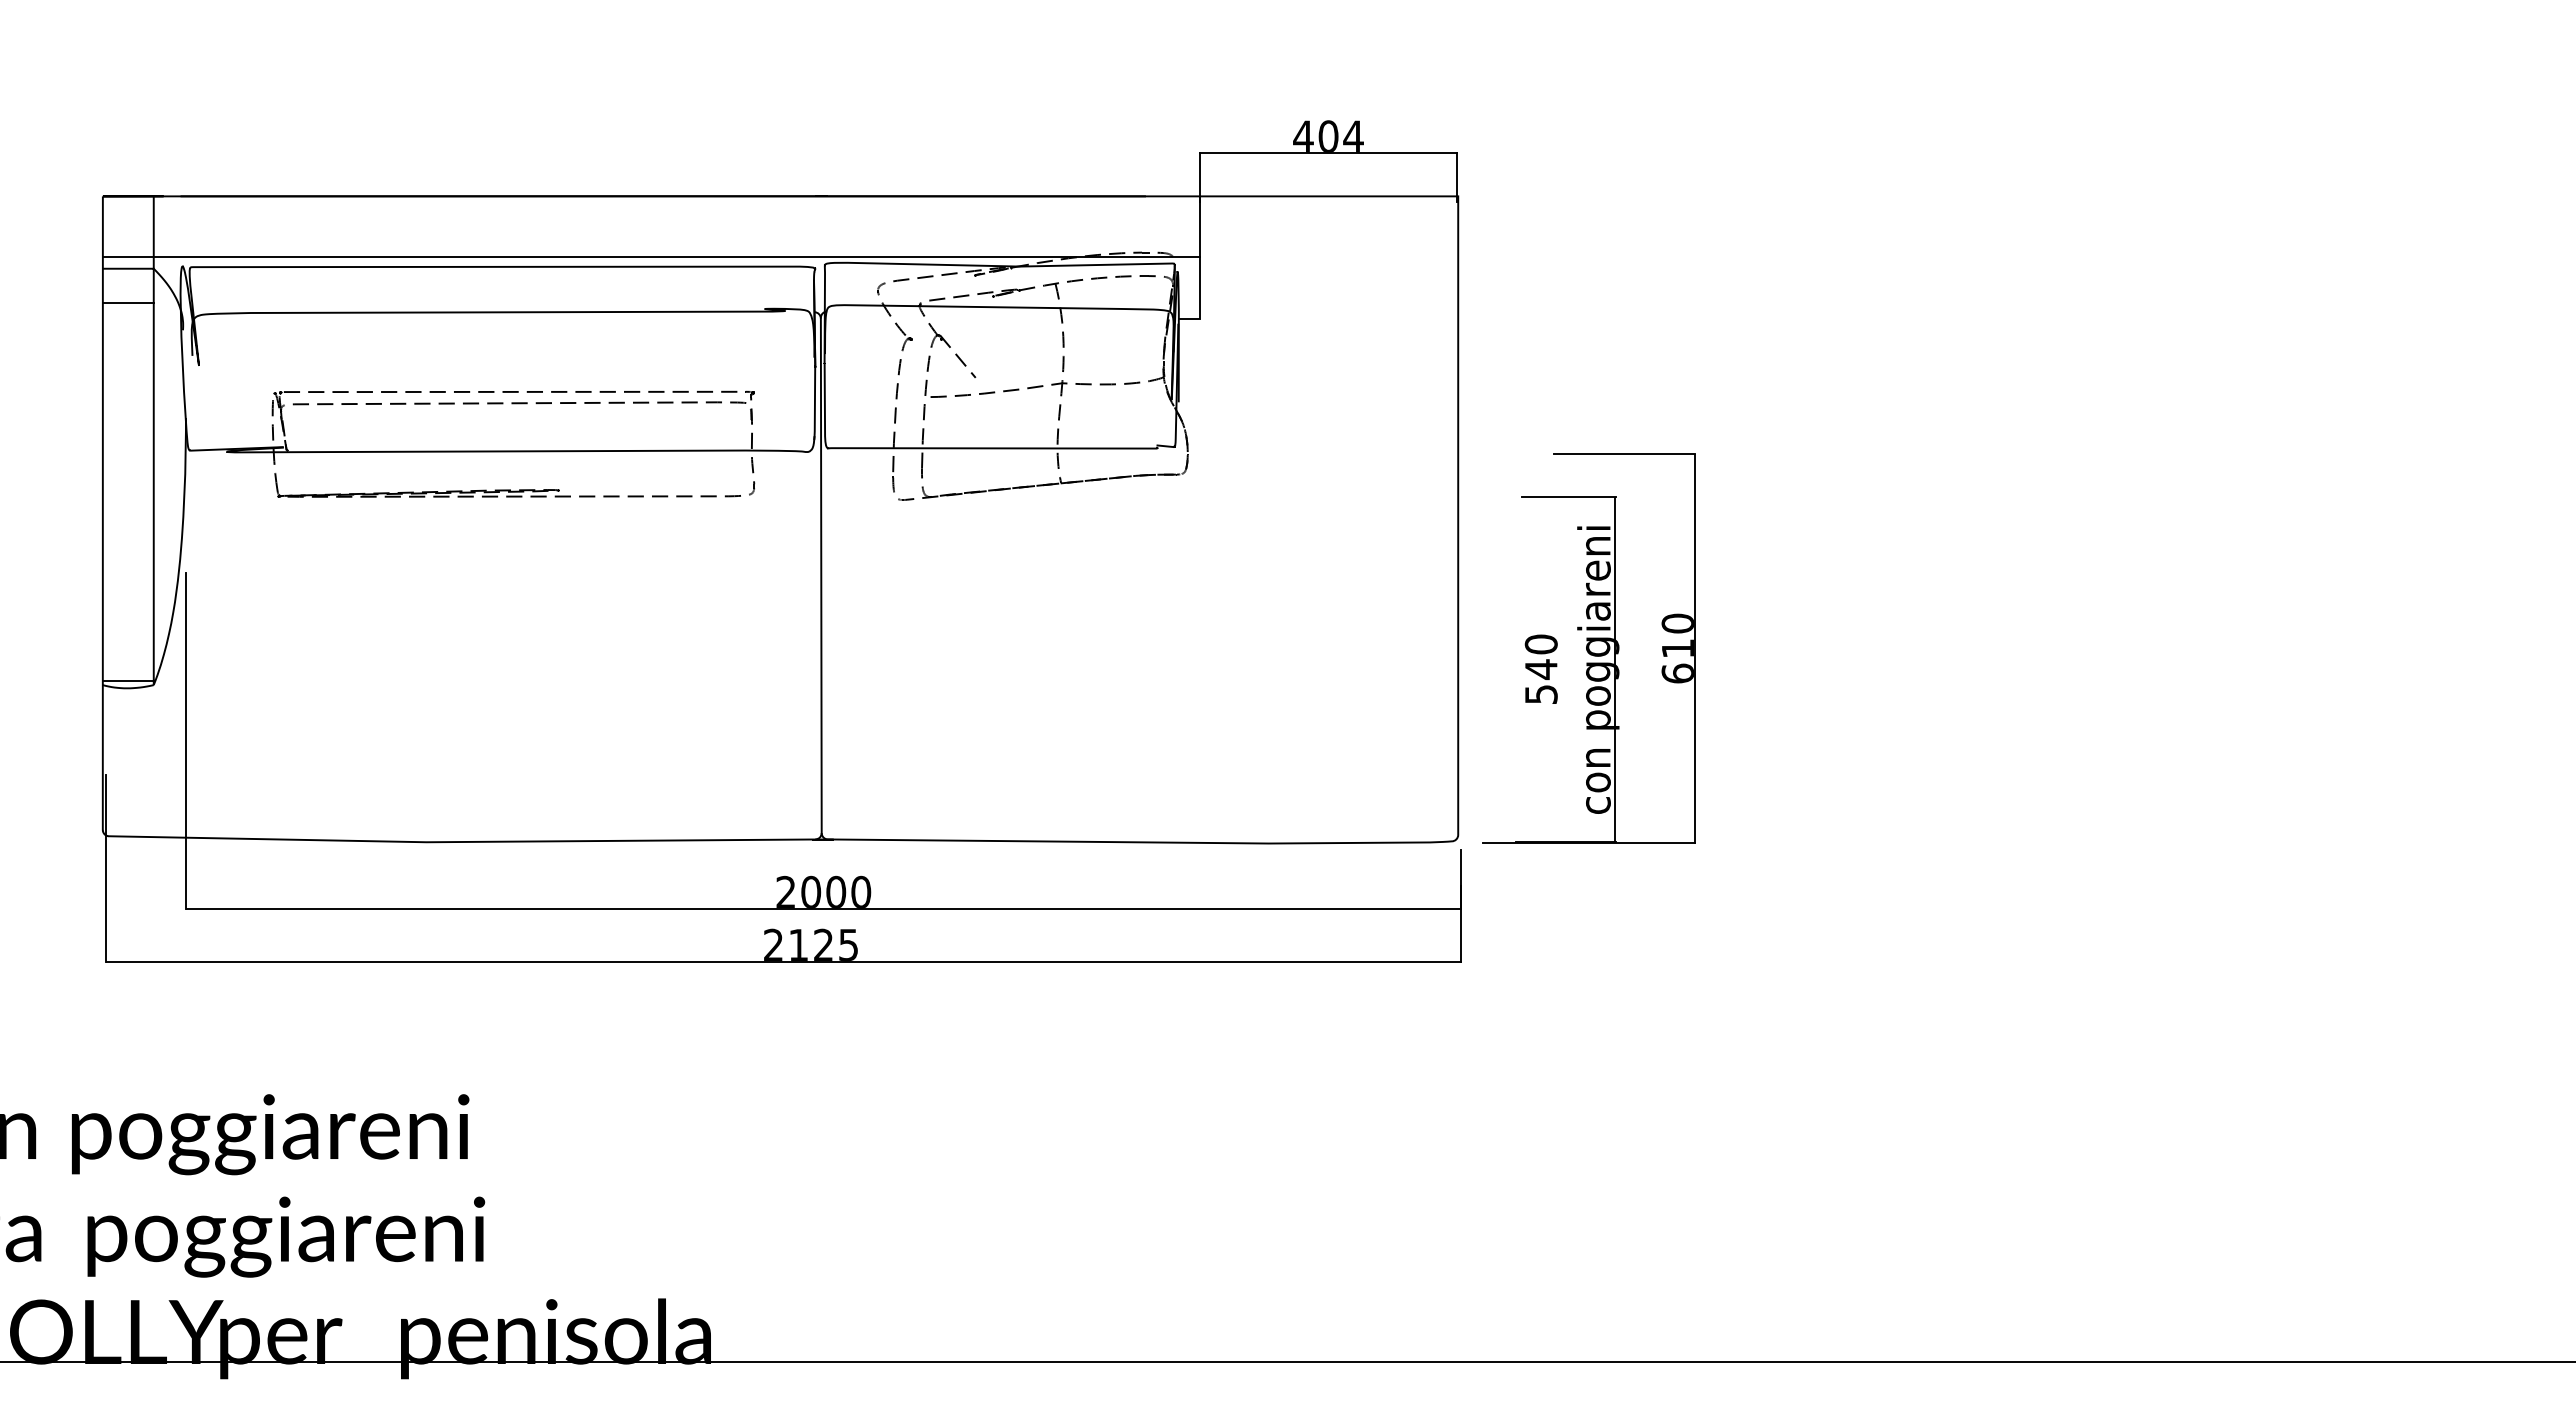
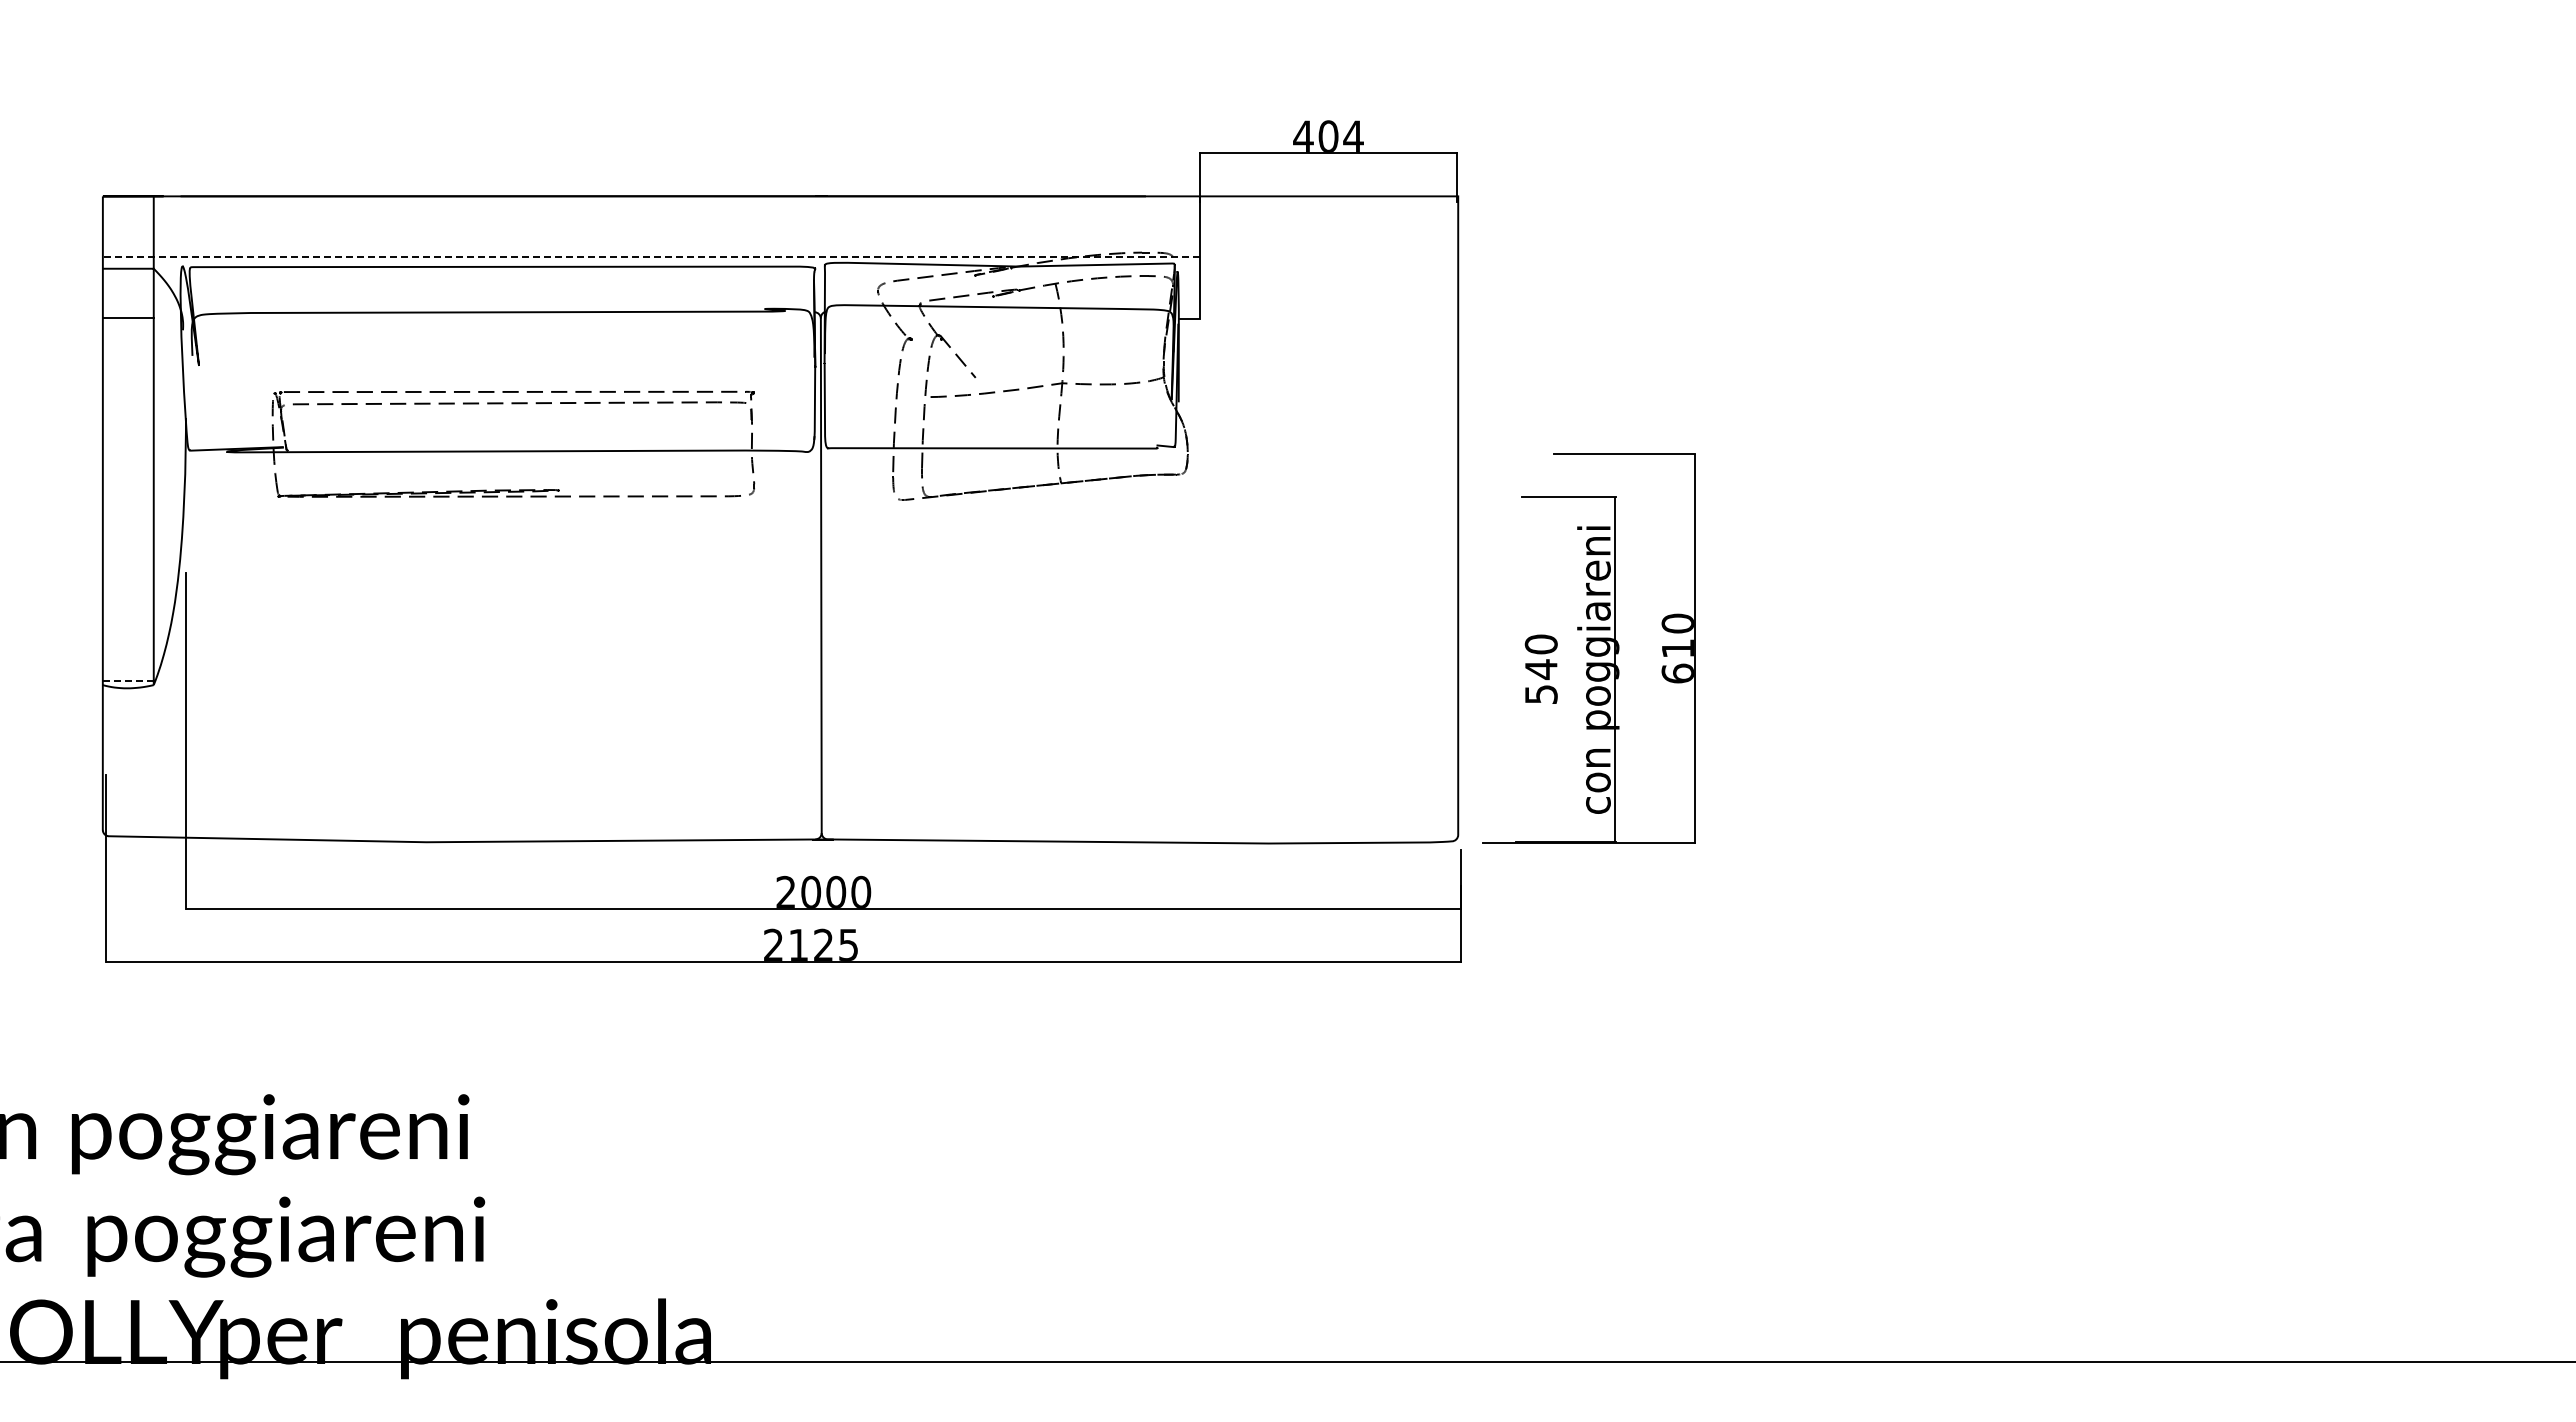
line at (650, 257): solid -> dashed
line at (127, 302) position: (127, 302) -> (127, 317)
line at (128, 680): solid -> dashed
